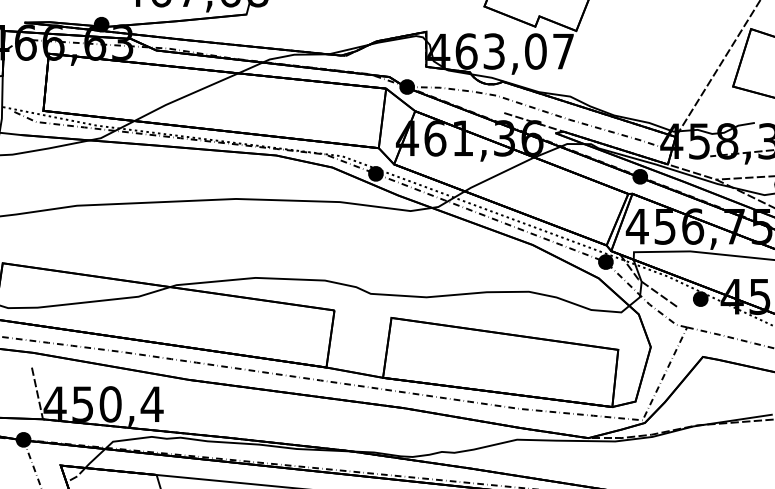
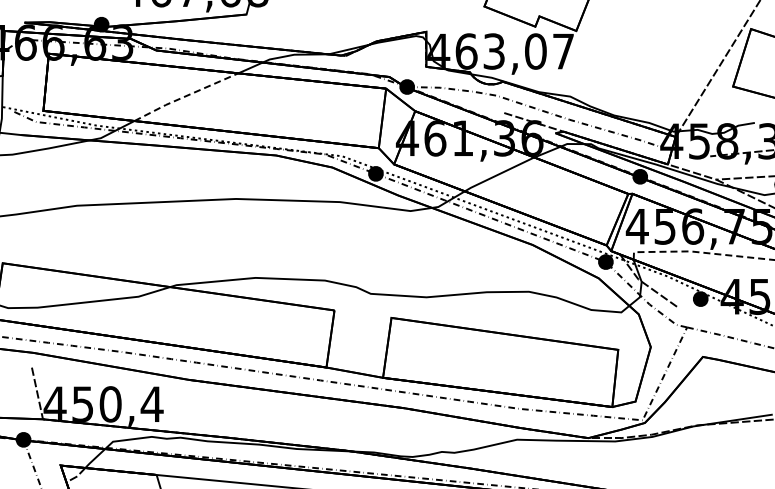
line at (185, 96): solid -> dashed
line at (699, 252): solid -> dashed
